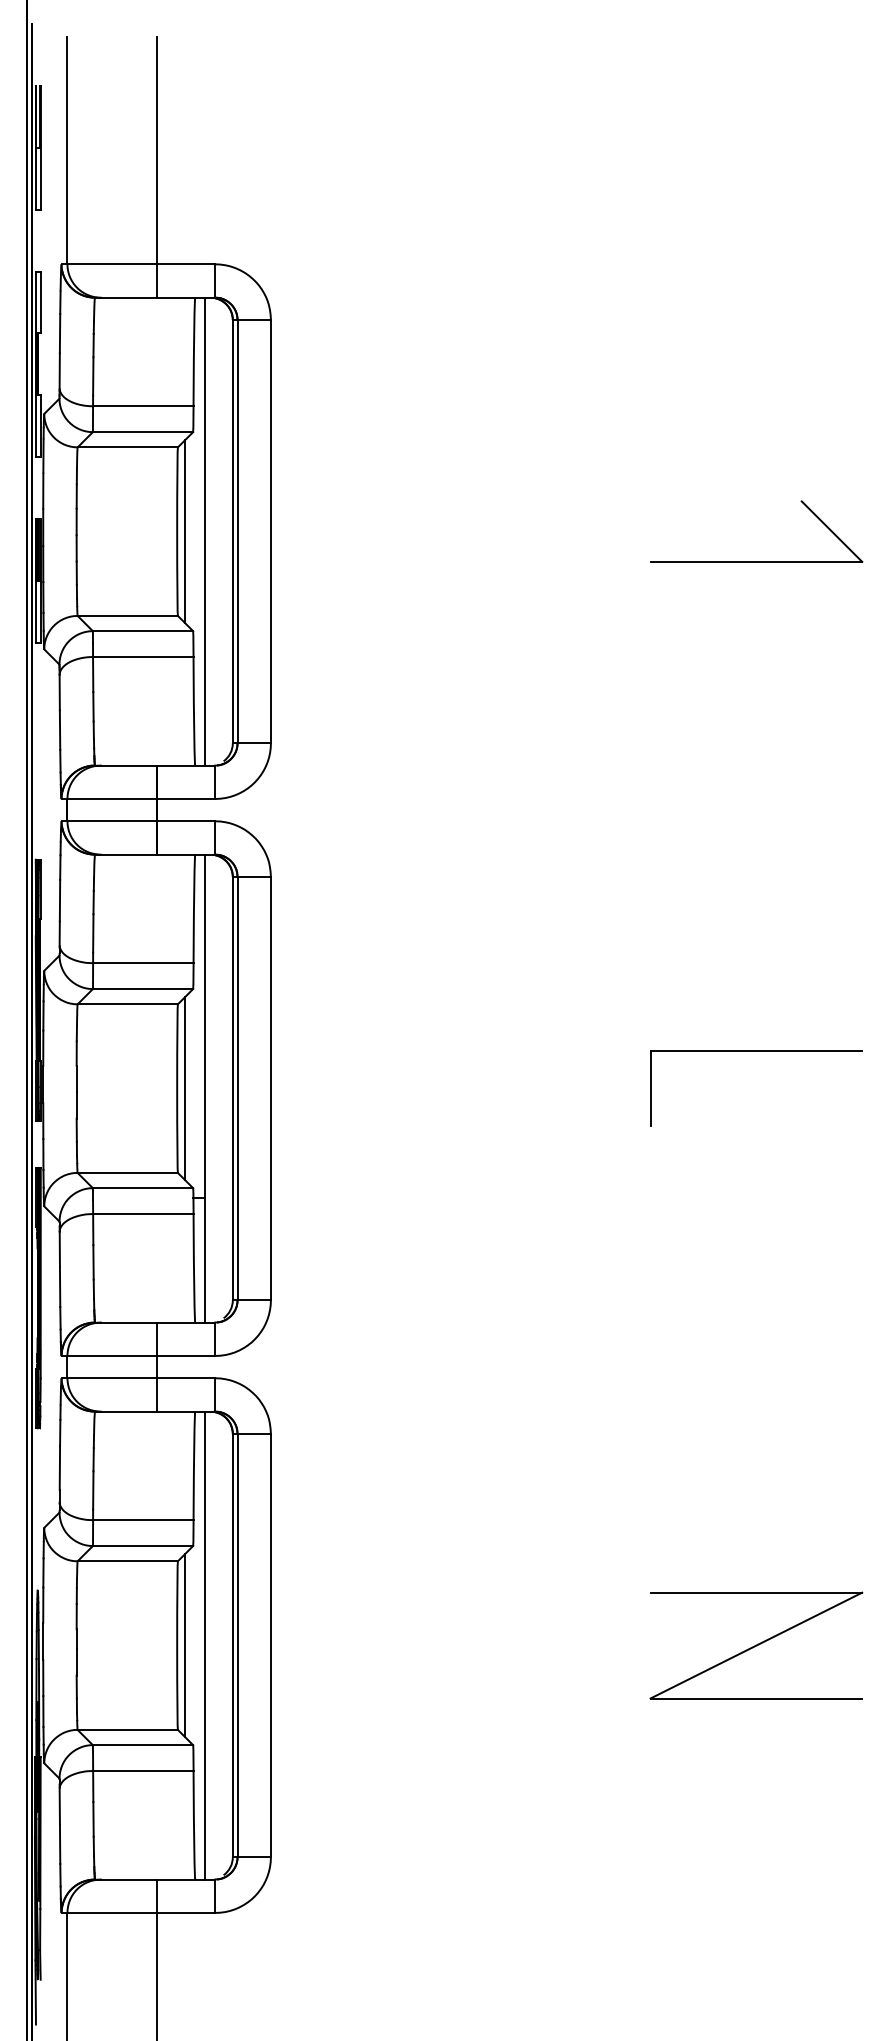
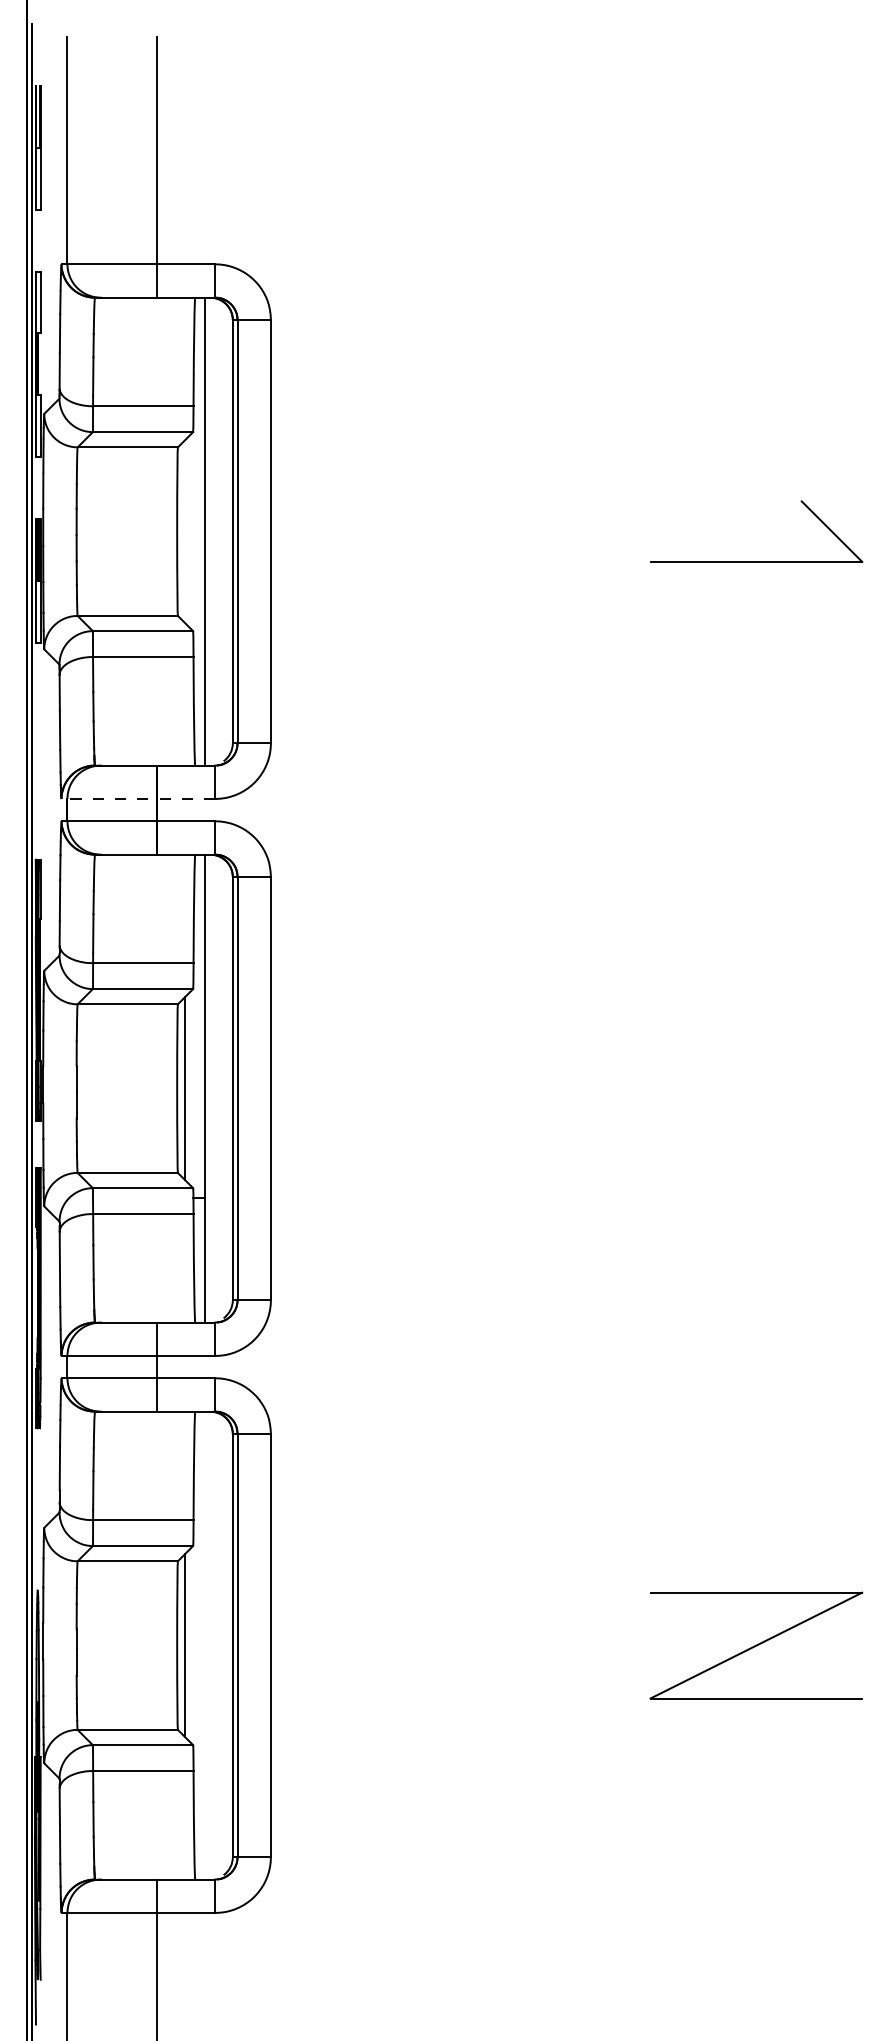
line at (185, 531): present -> none
line at (138, 799): solid -> dashed
part at (756, 1051): present -> none
line at (204, 1645): present -> none
